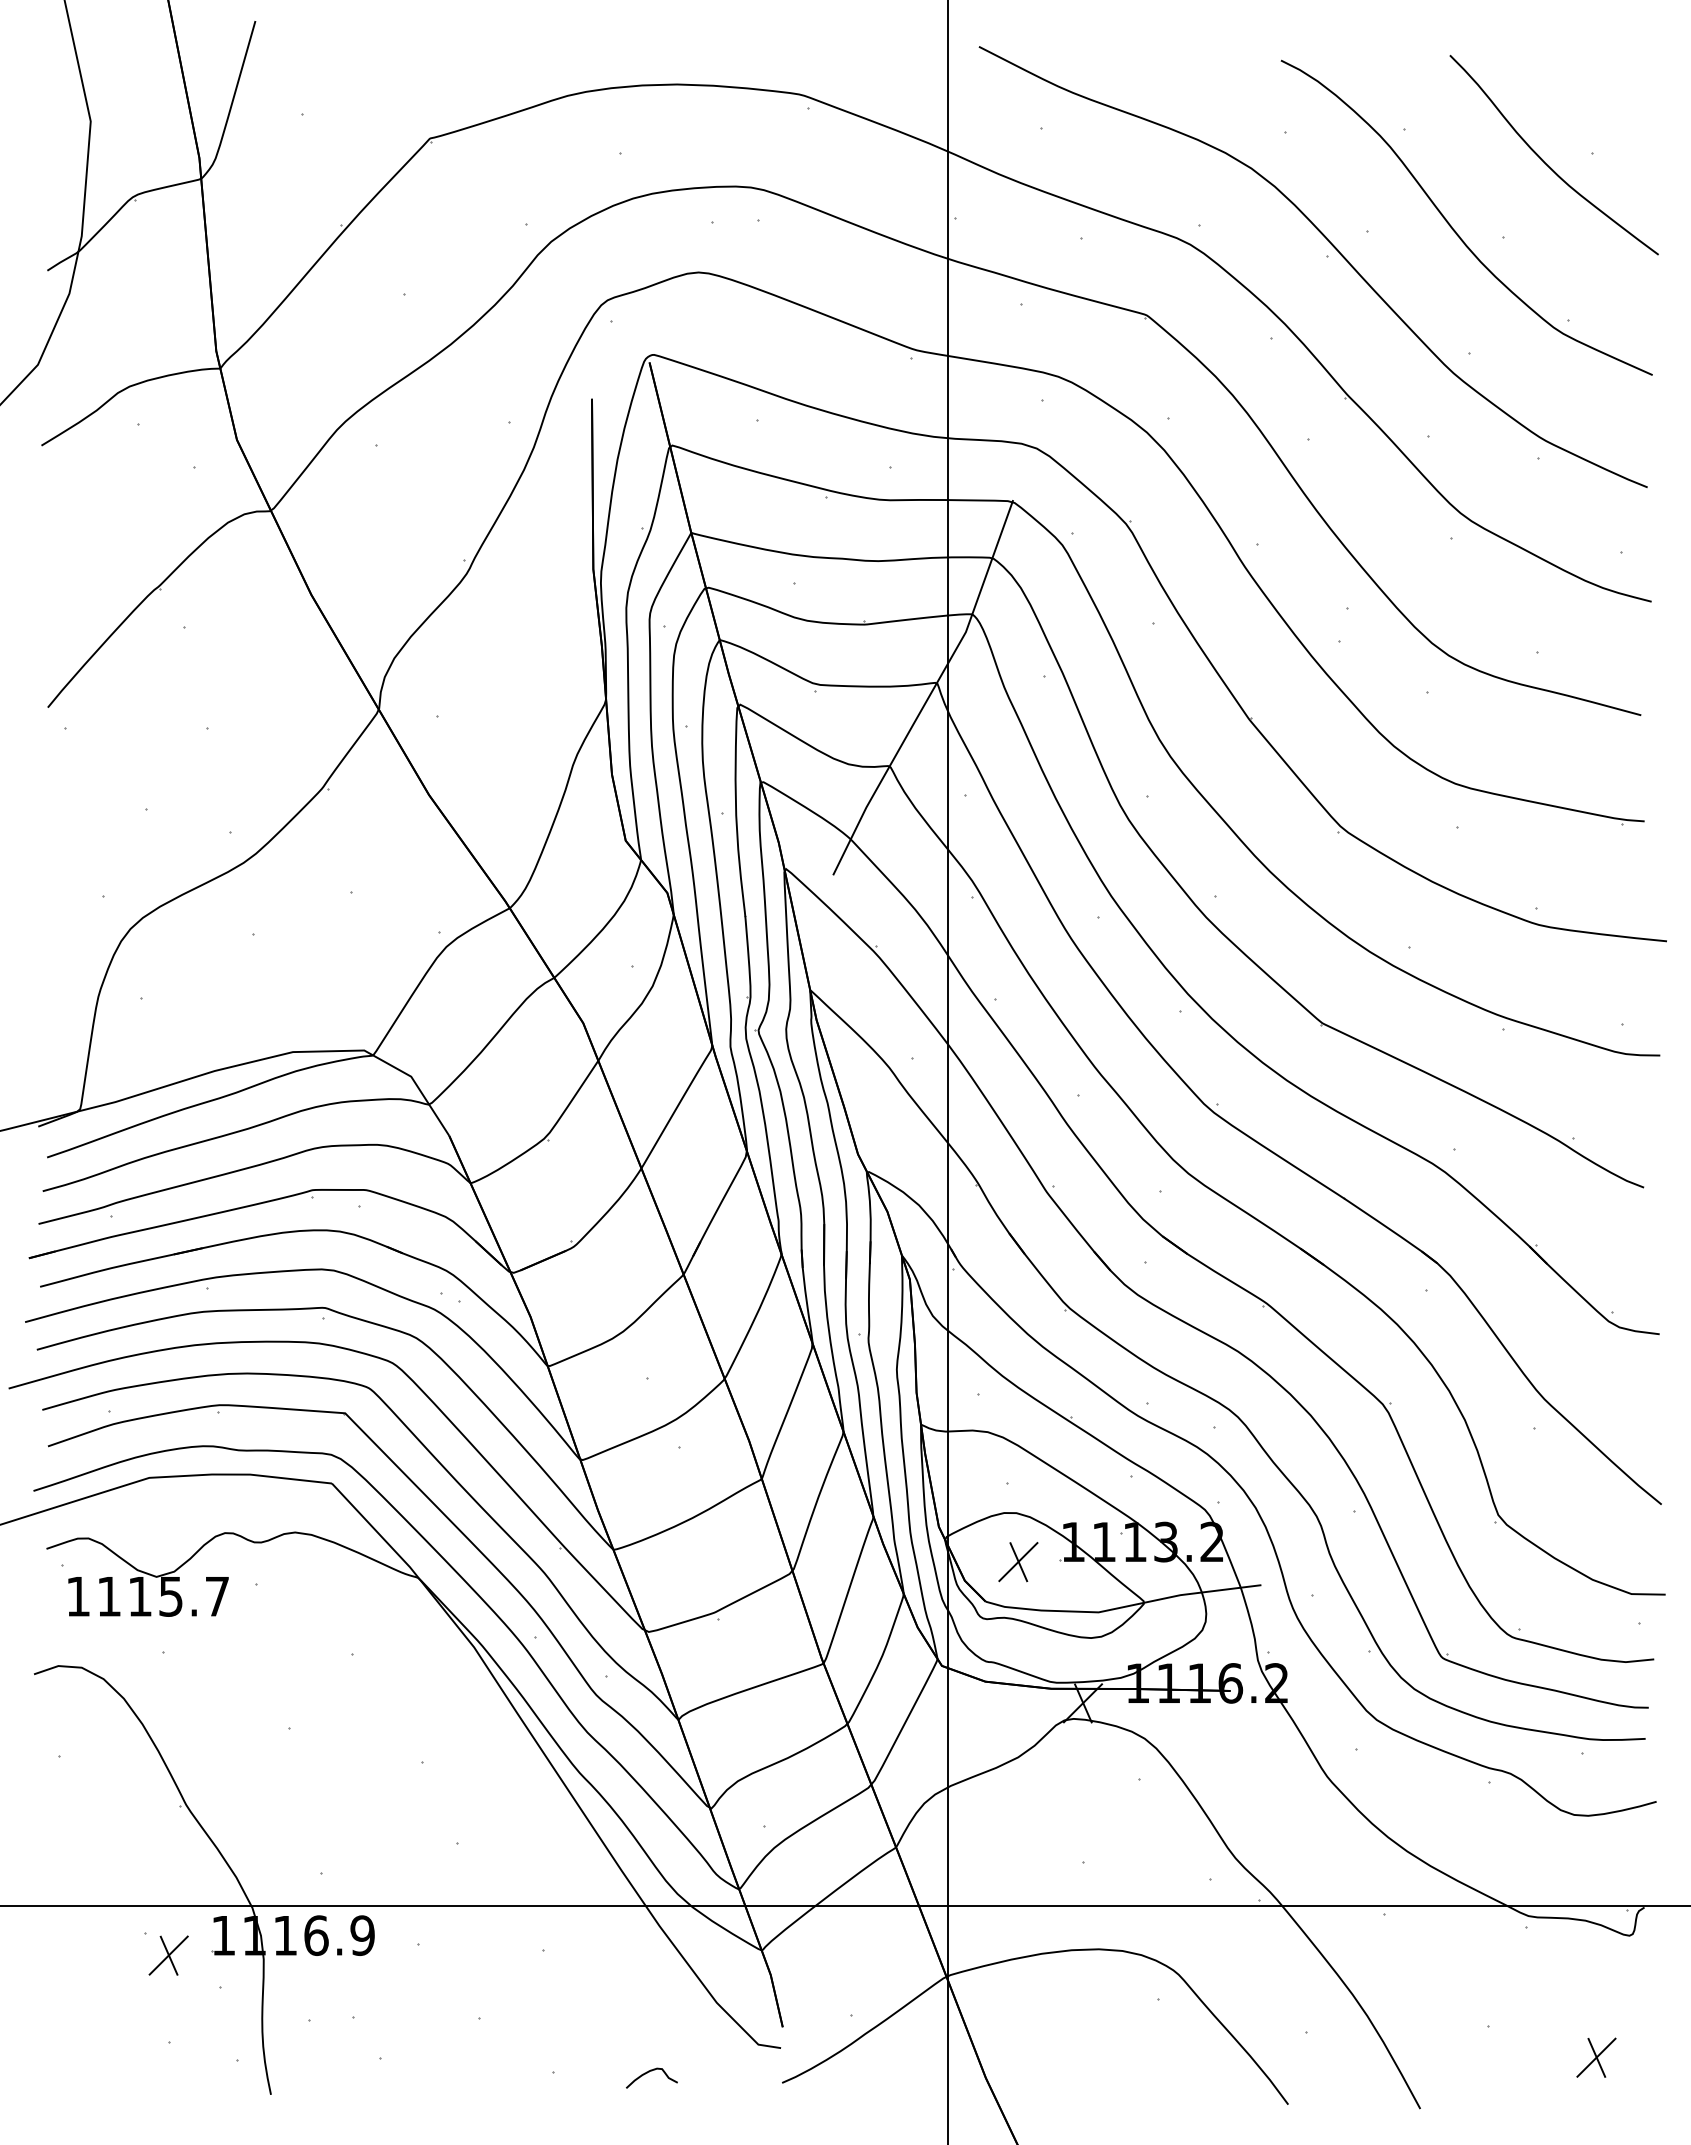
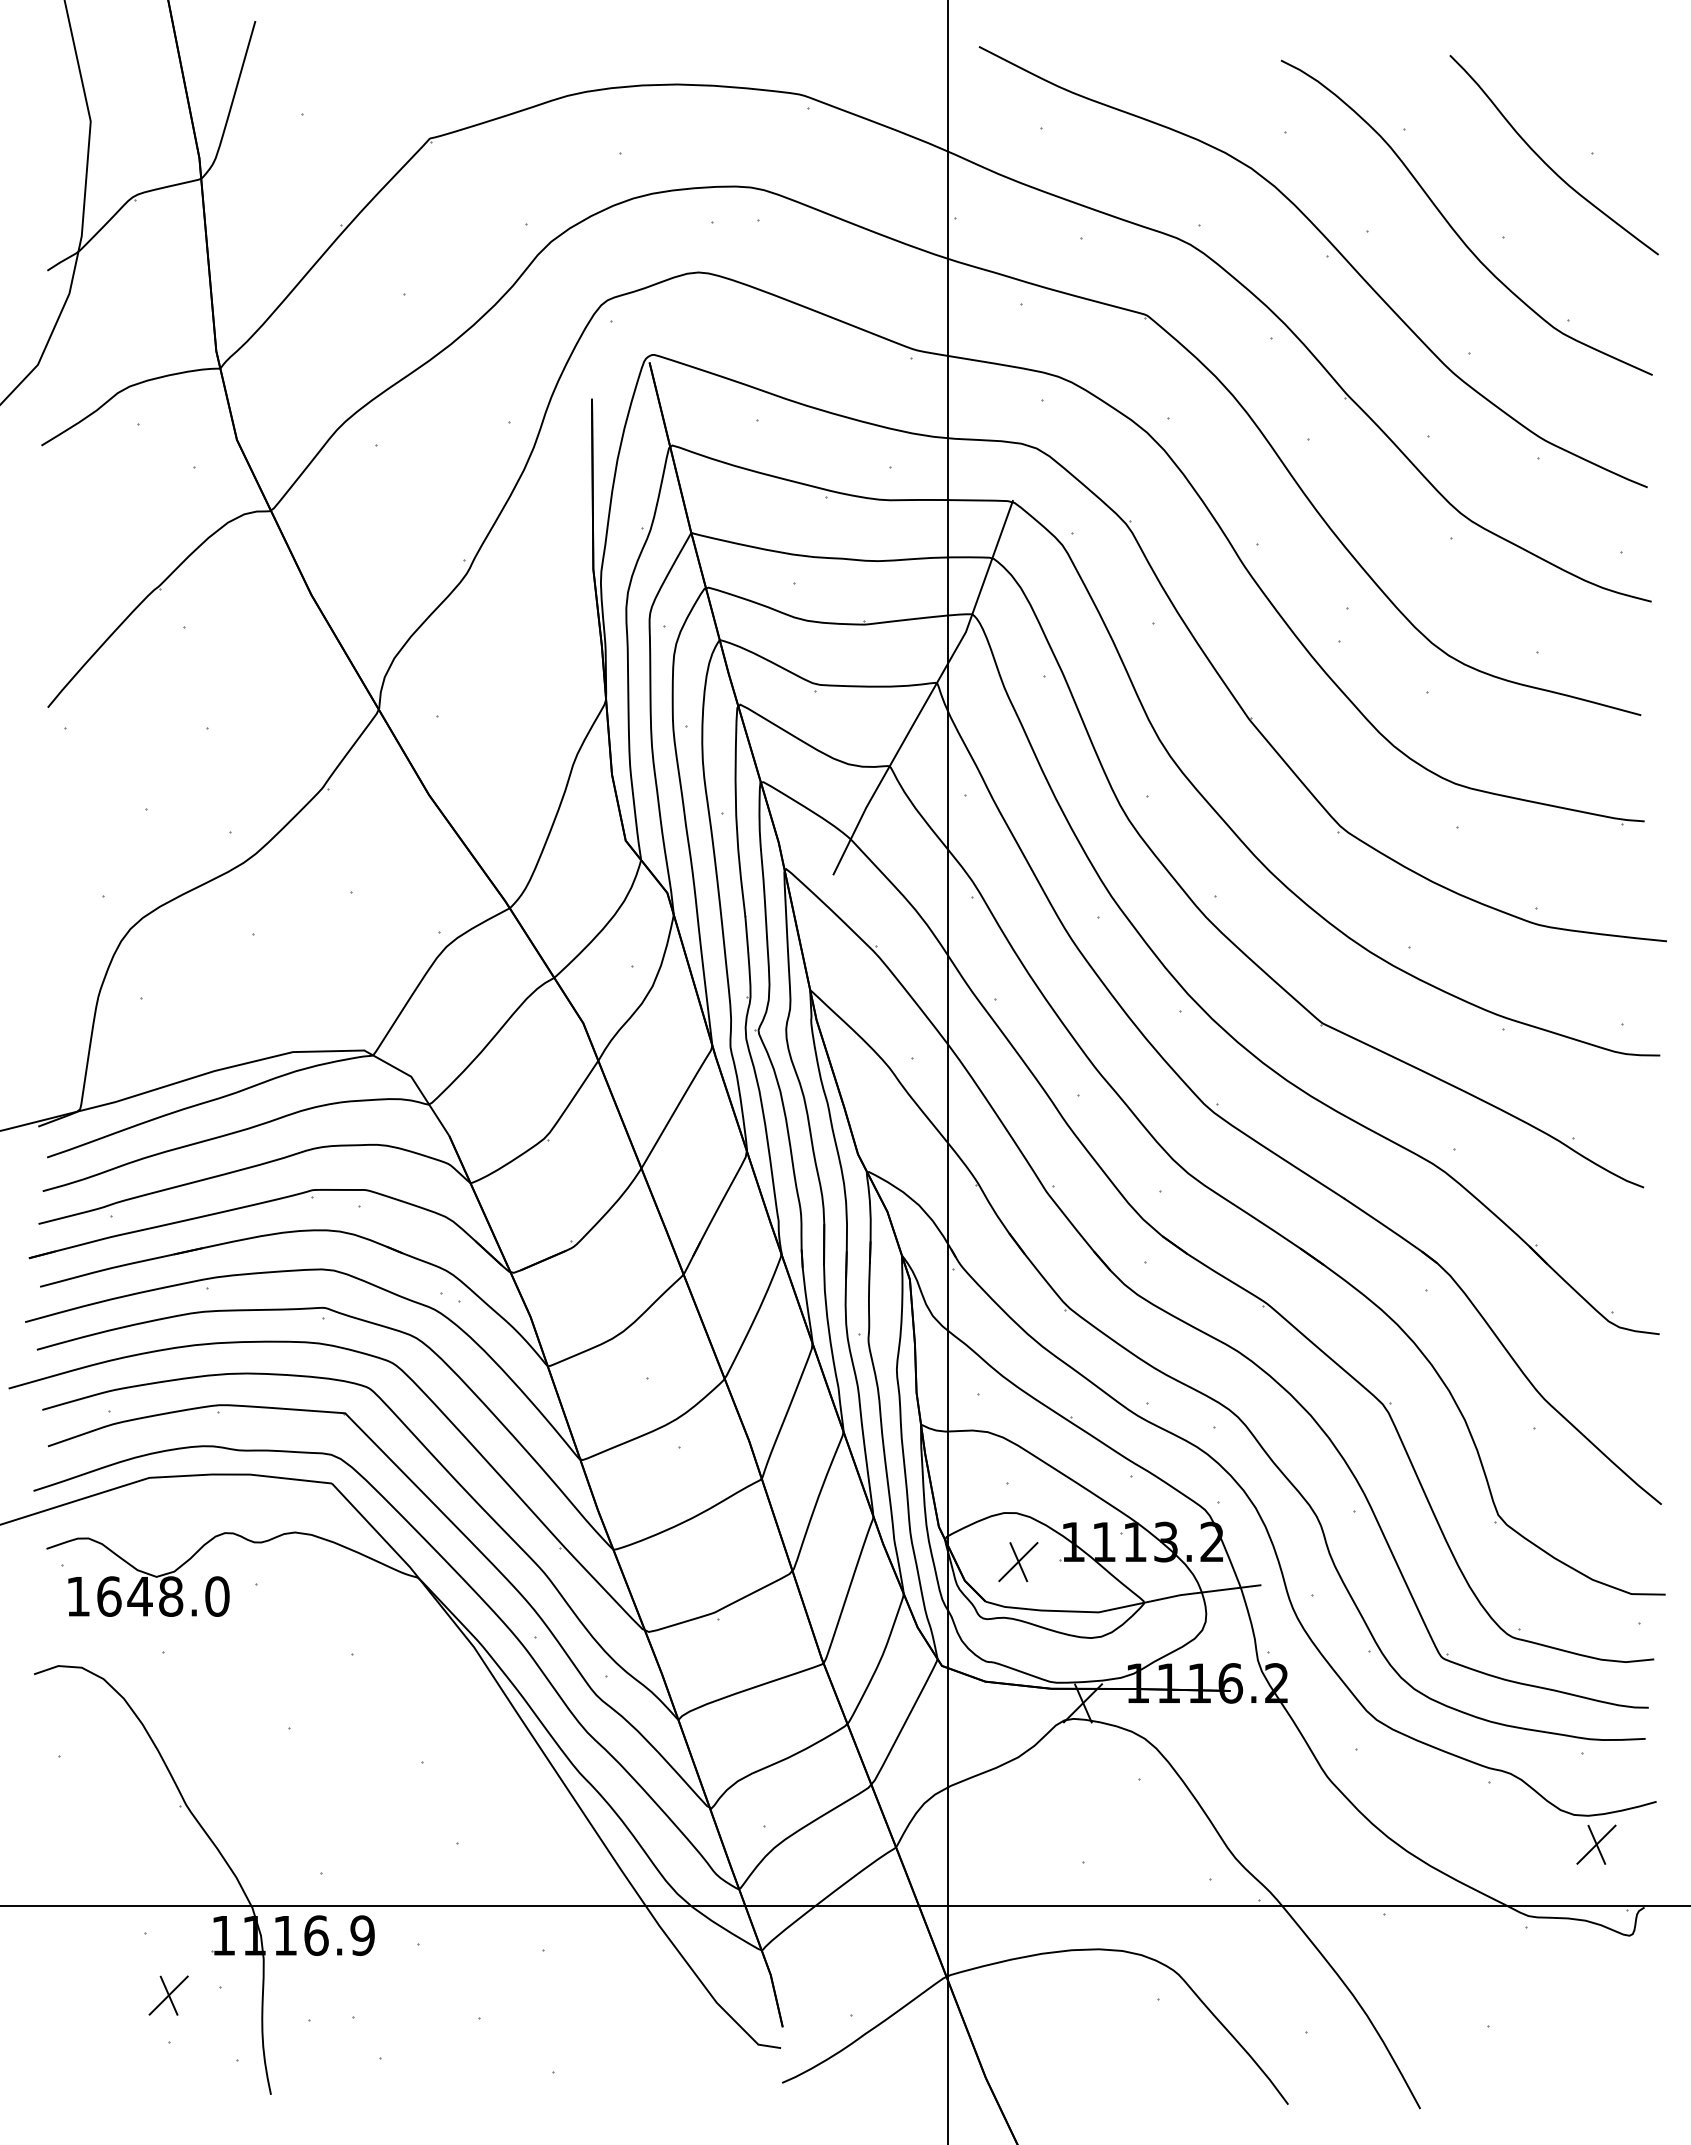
text at (163, 1596): 1115.7 -> 1648.0
part at (168, 1955) position: (168, 1955) -> (168, 1995)
part at (1596, 2057) position: (1596, 2057) -> (1596, 1844)
curve at (649, 2072): present -> none
